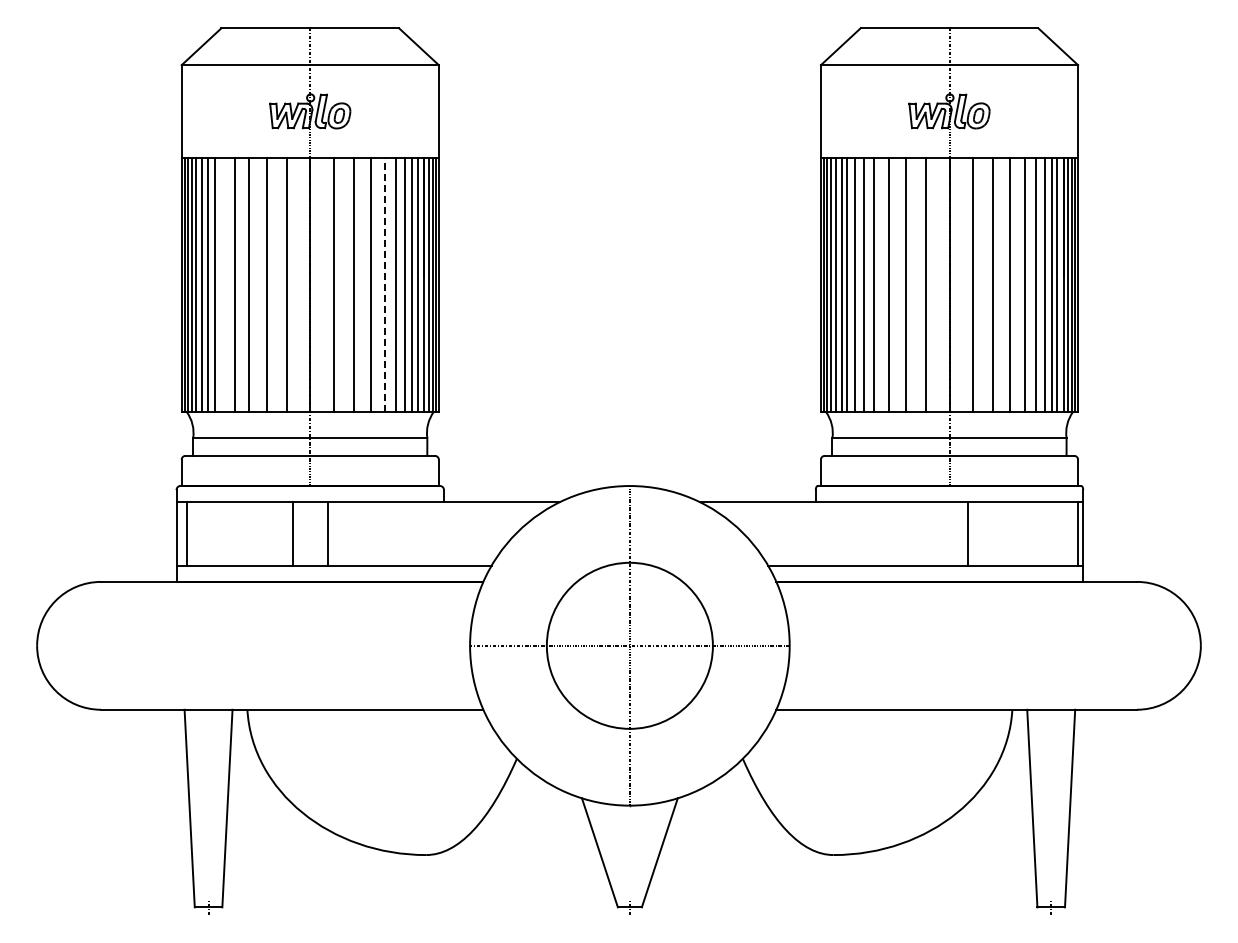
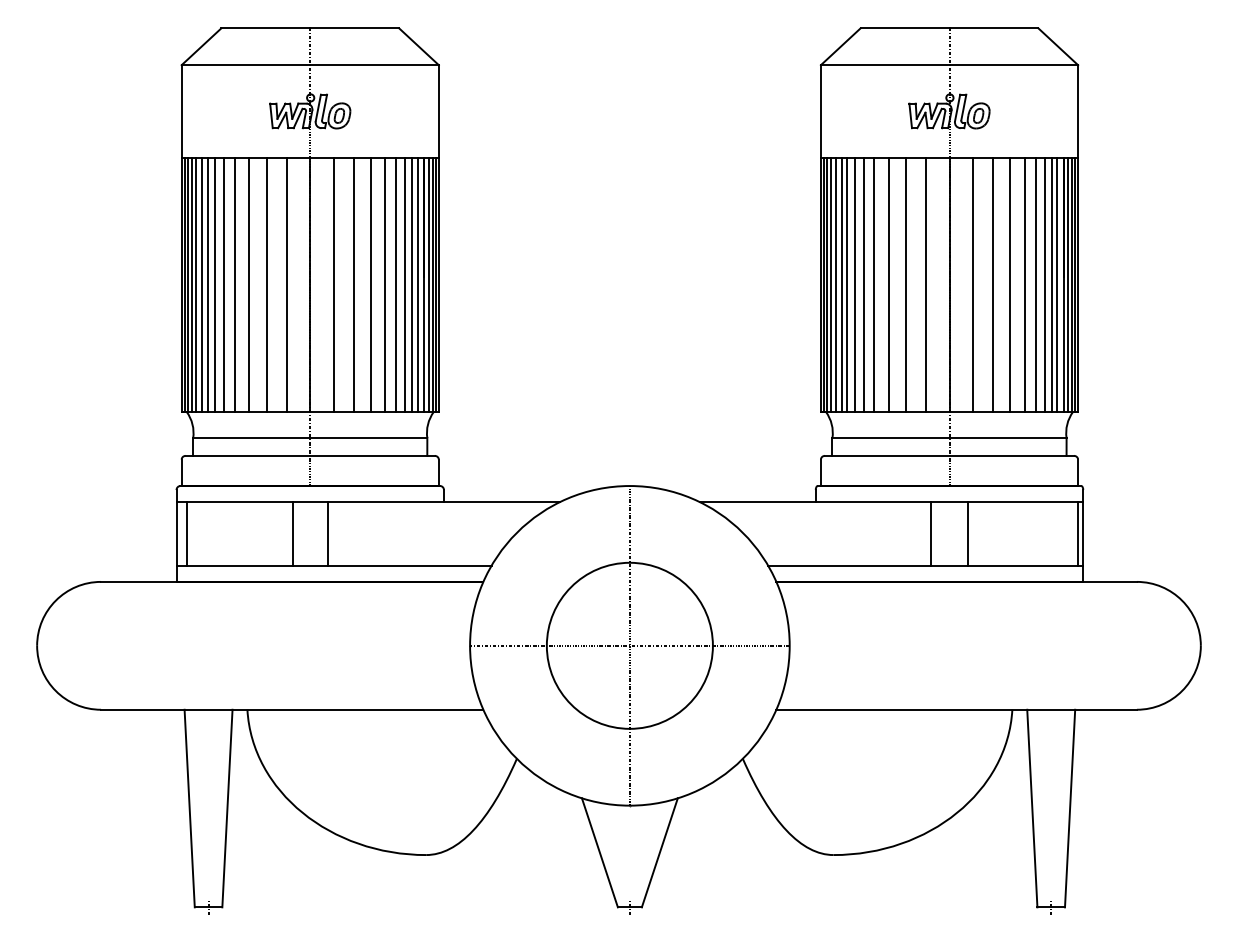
line at (224, 284): none -> present
line at (385, 284): dashed -> solid
line at (931, 533): none -> present
